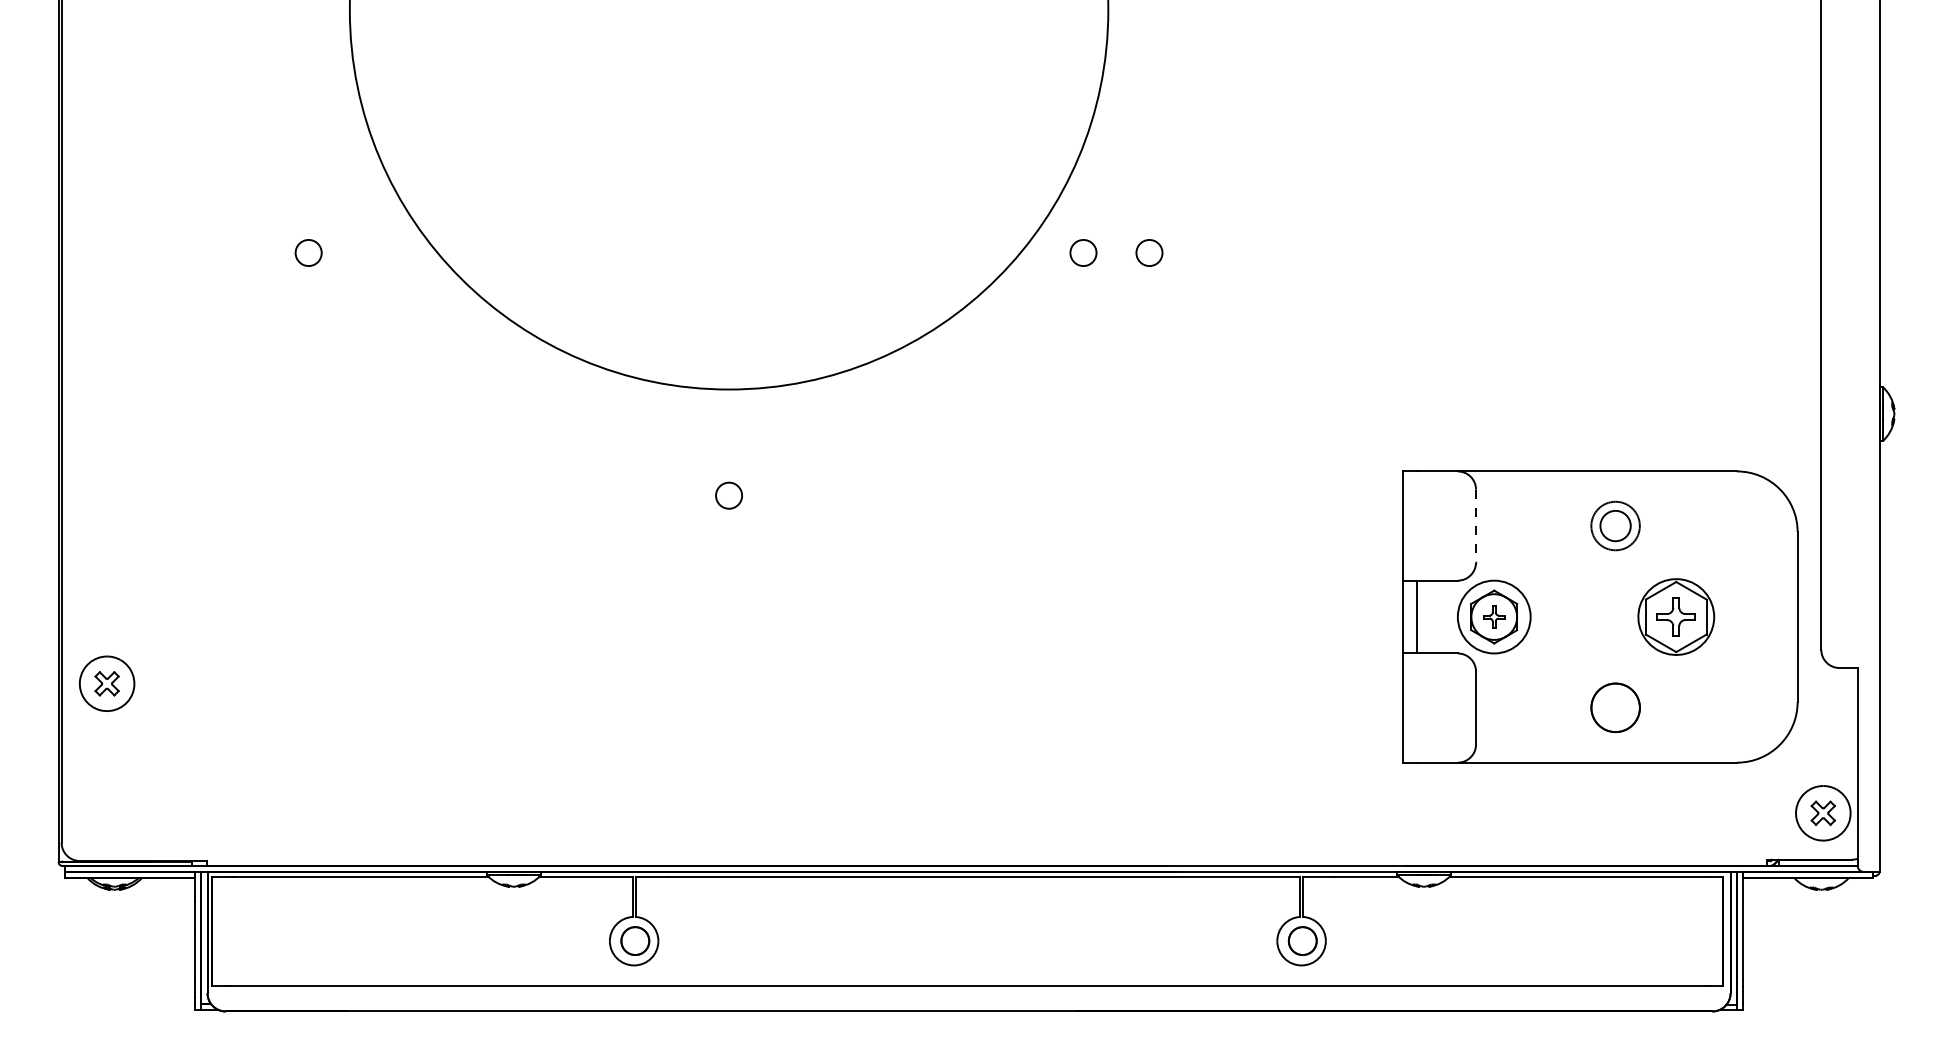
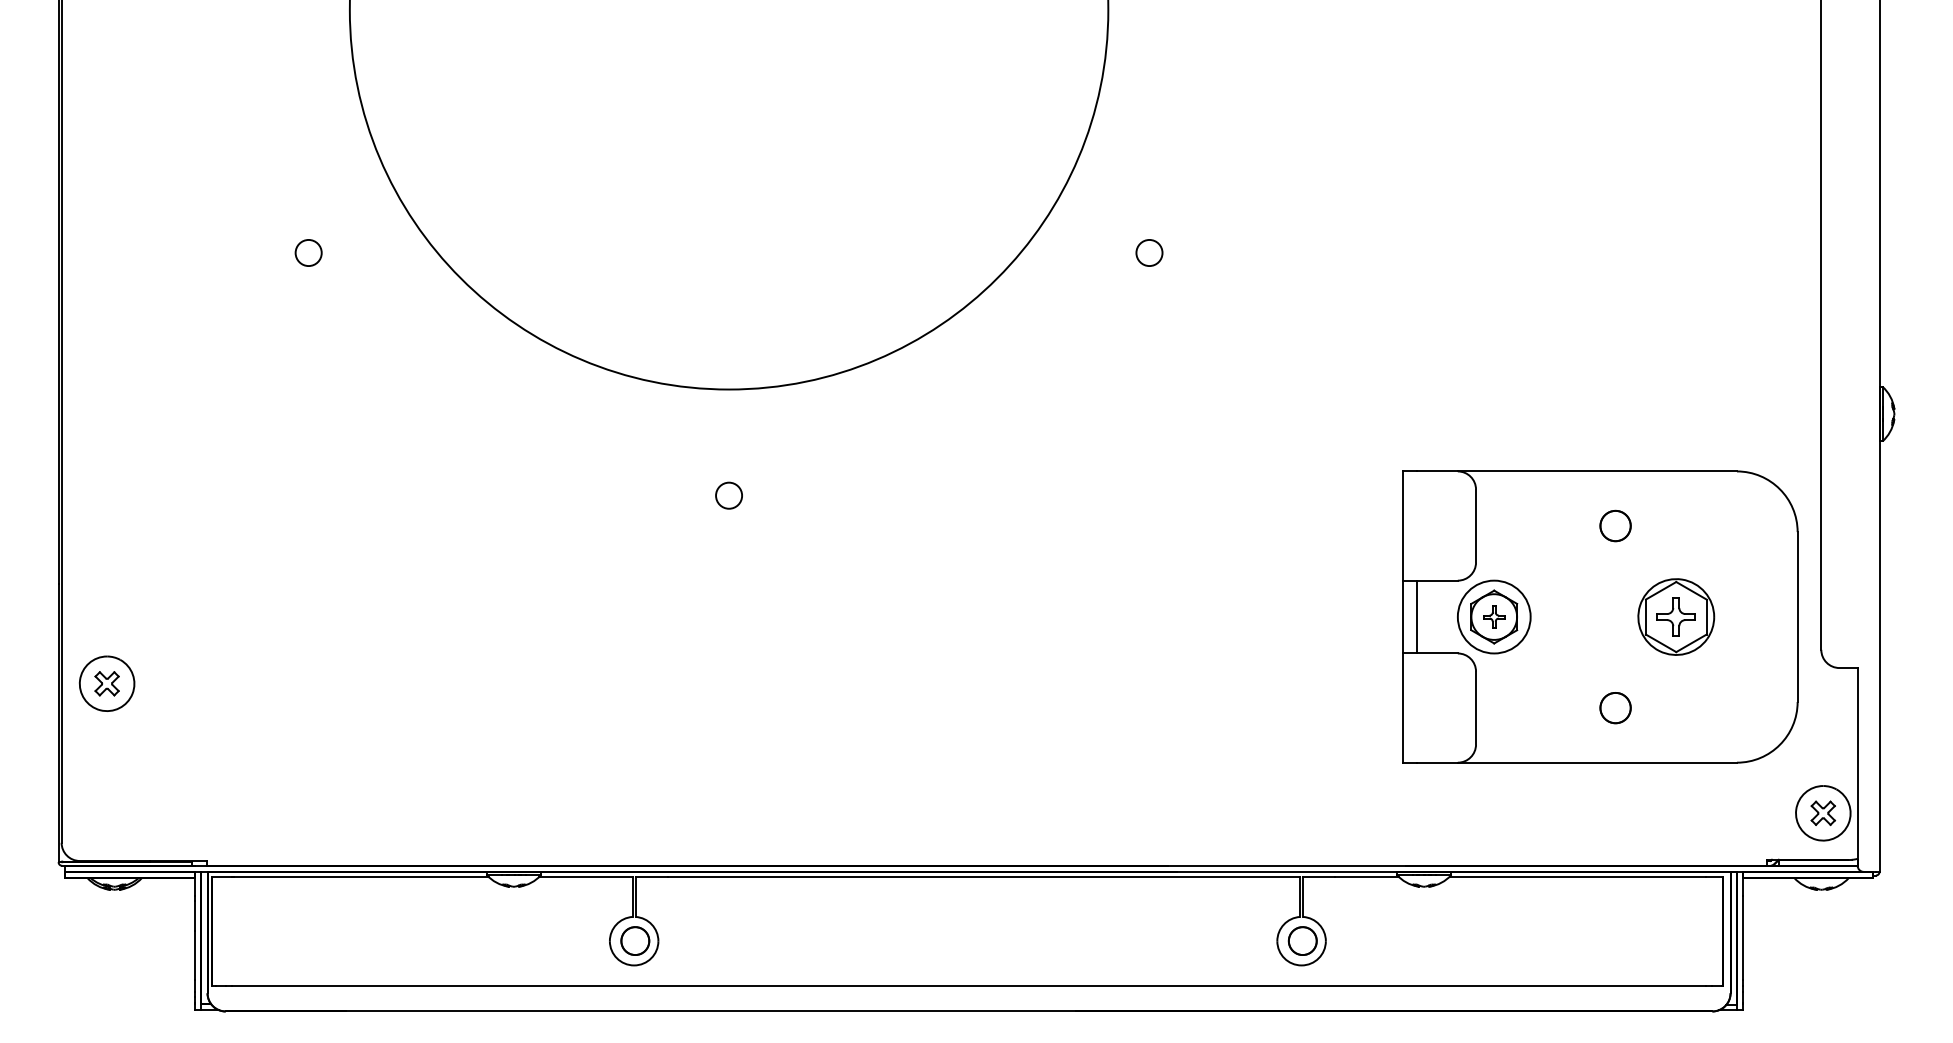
circle at (1083, 252): present -> none
circle at (1615, 525) diameter: 49 px -> 30 px
line at (1476, 526): dashed -> solid
circle at (1615, 707) size: 51x51 px -> 33x33 px
